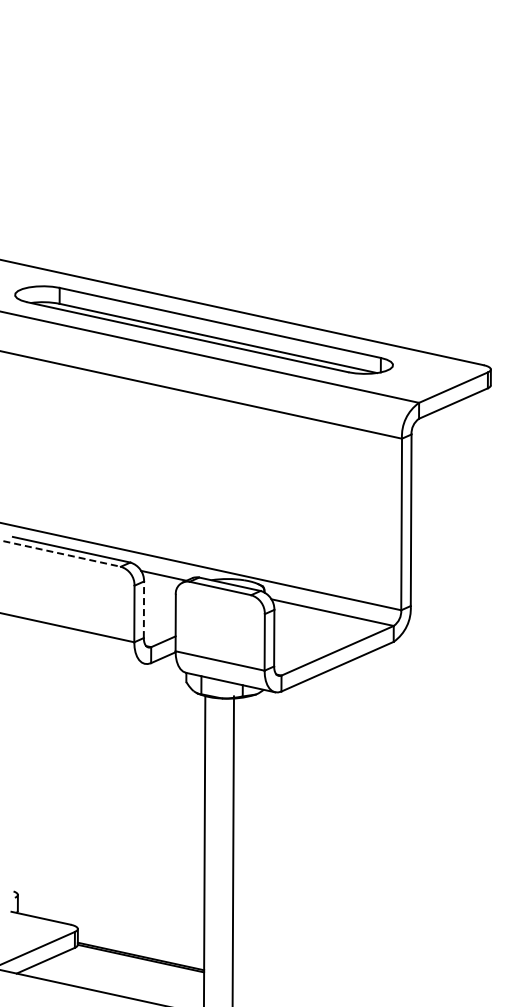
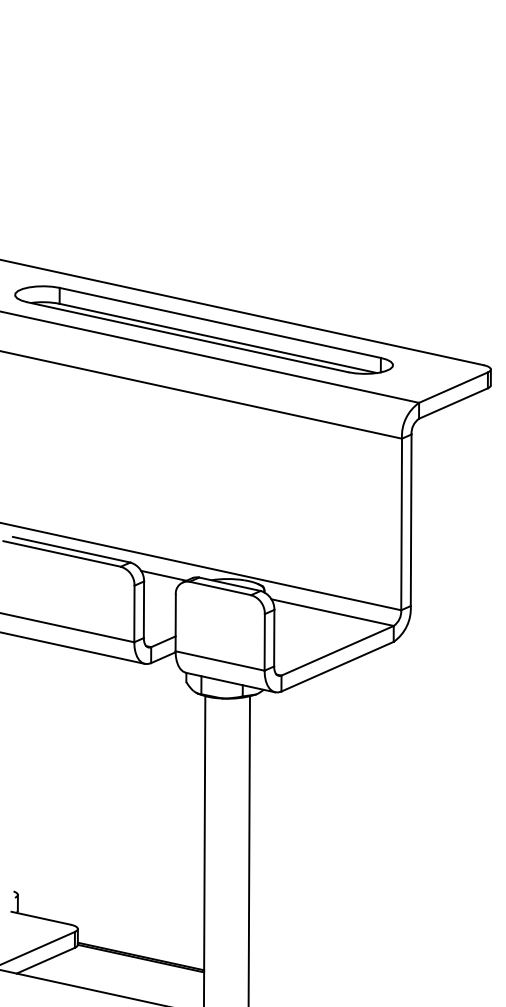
line at (62, 554): dashed -> solid
line at (143, 609): dashed -> solid
line at (73, 647): none -> present
line at (233, 849) position: (233, 849) -> (249, 849)
